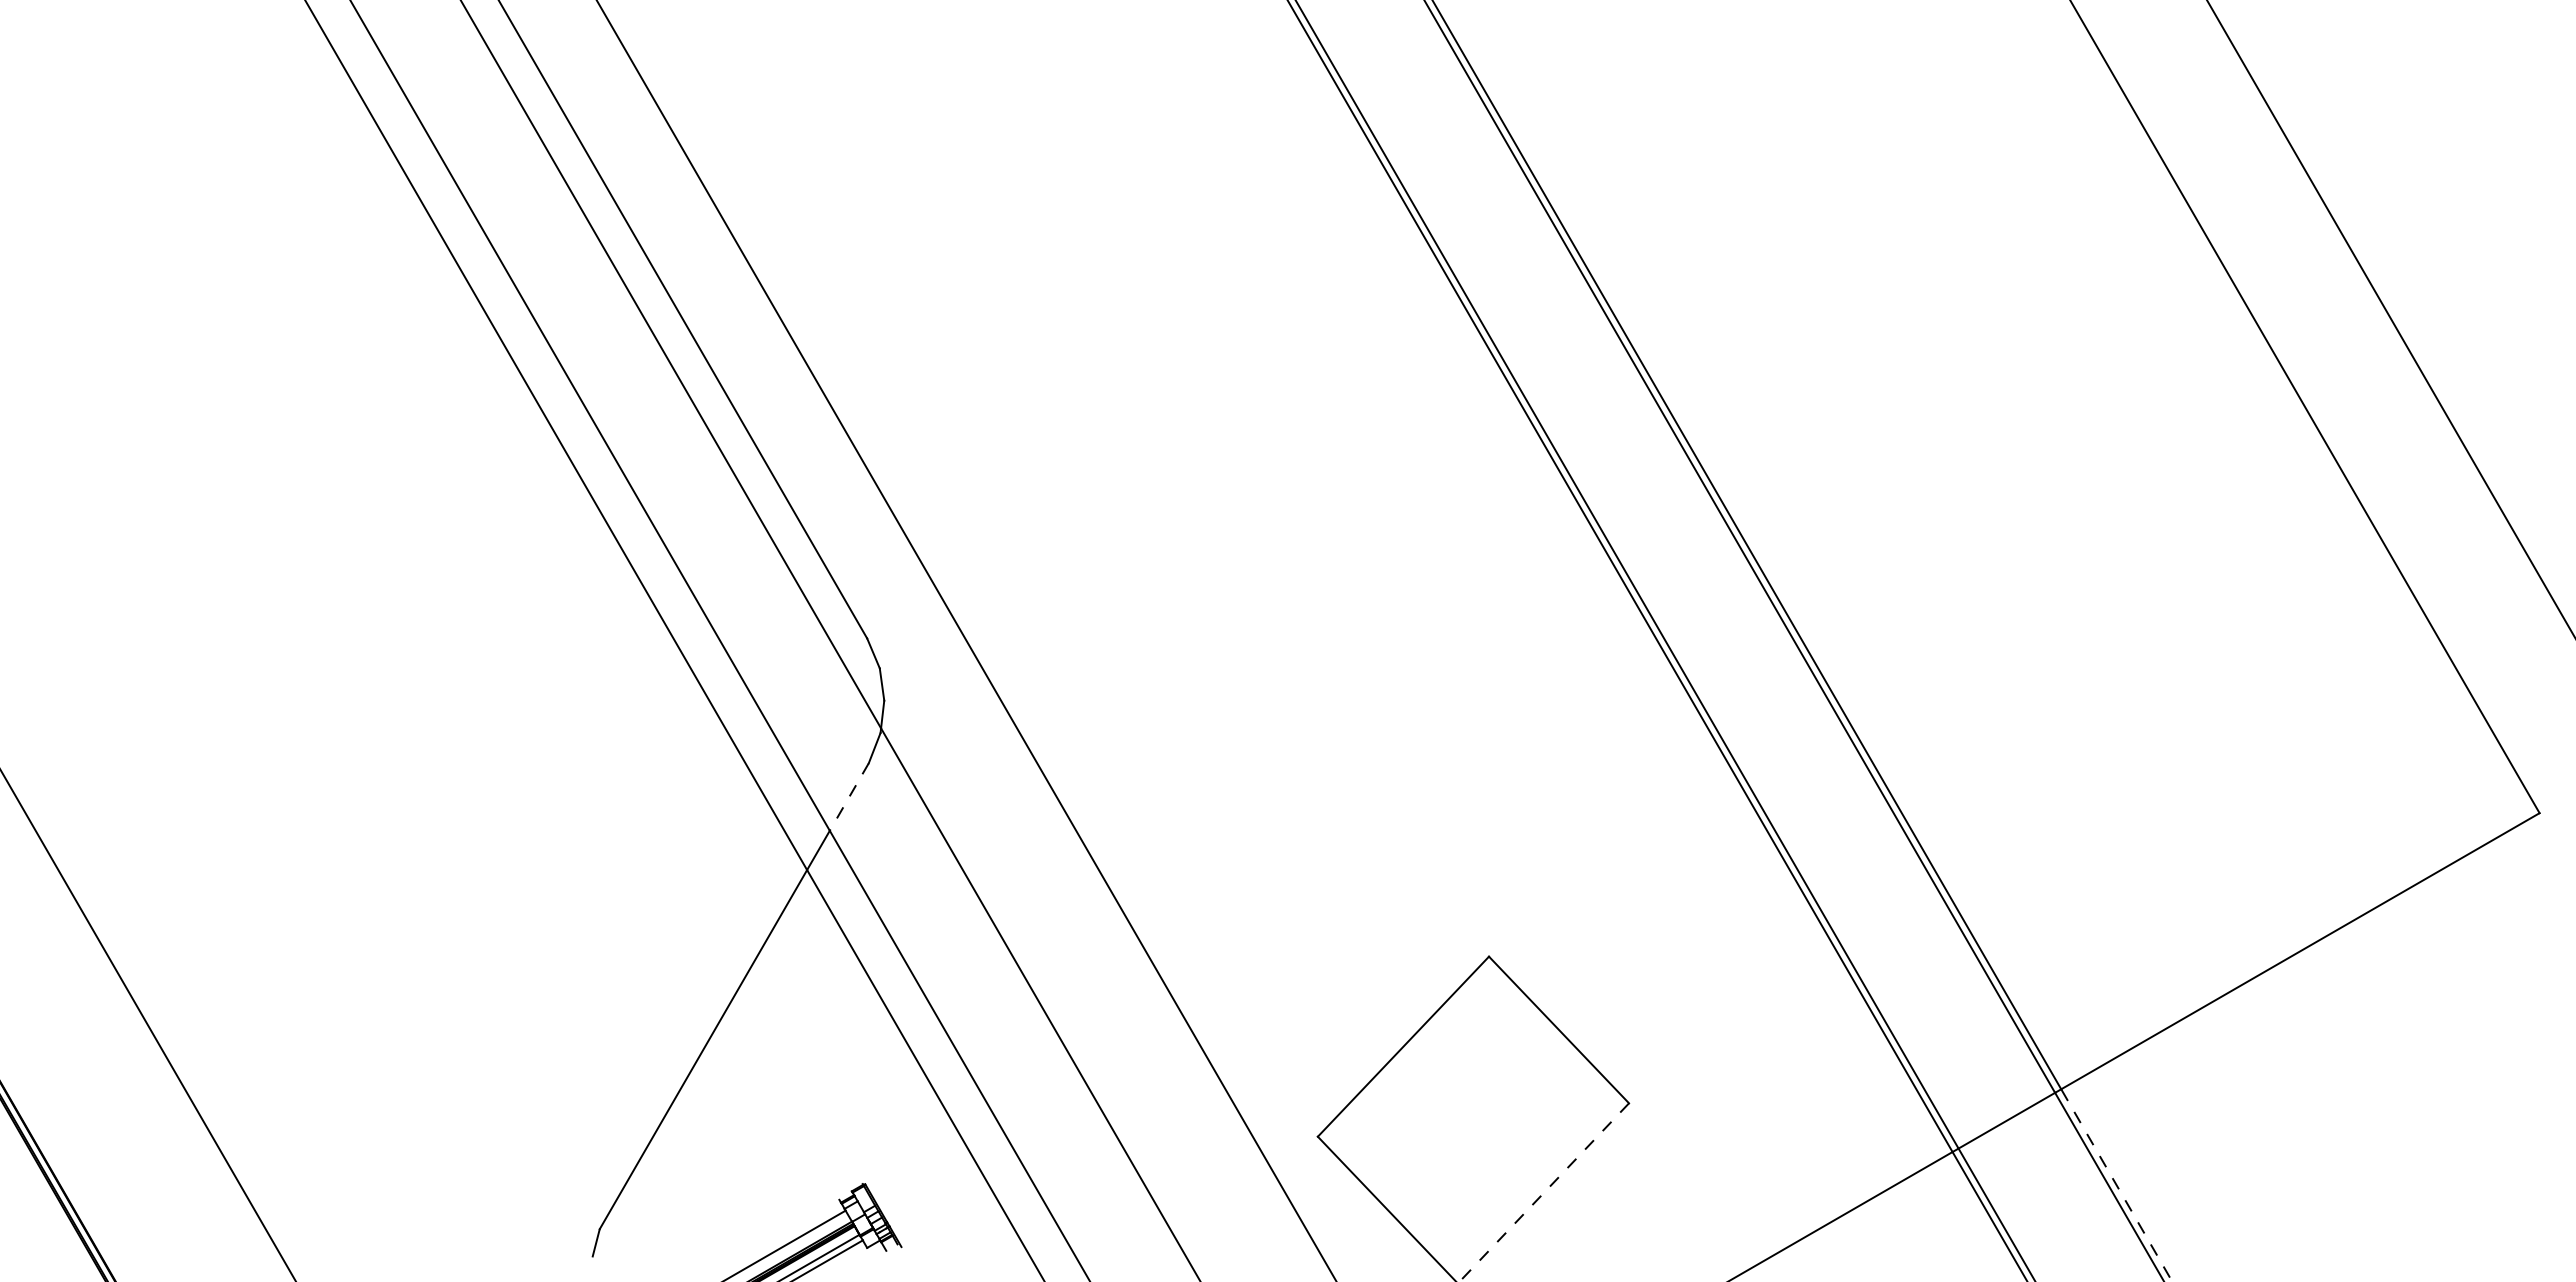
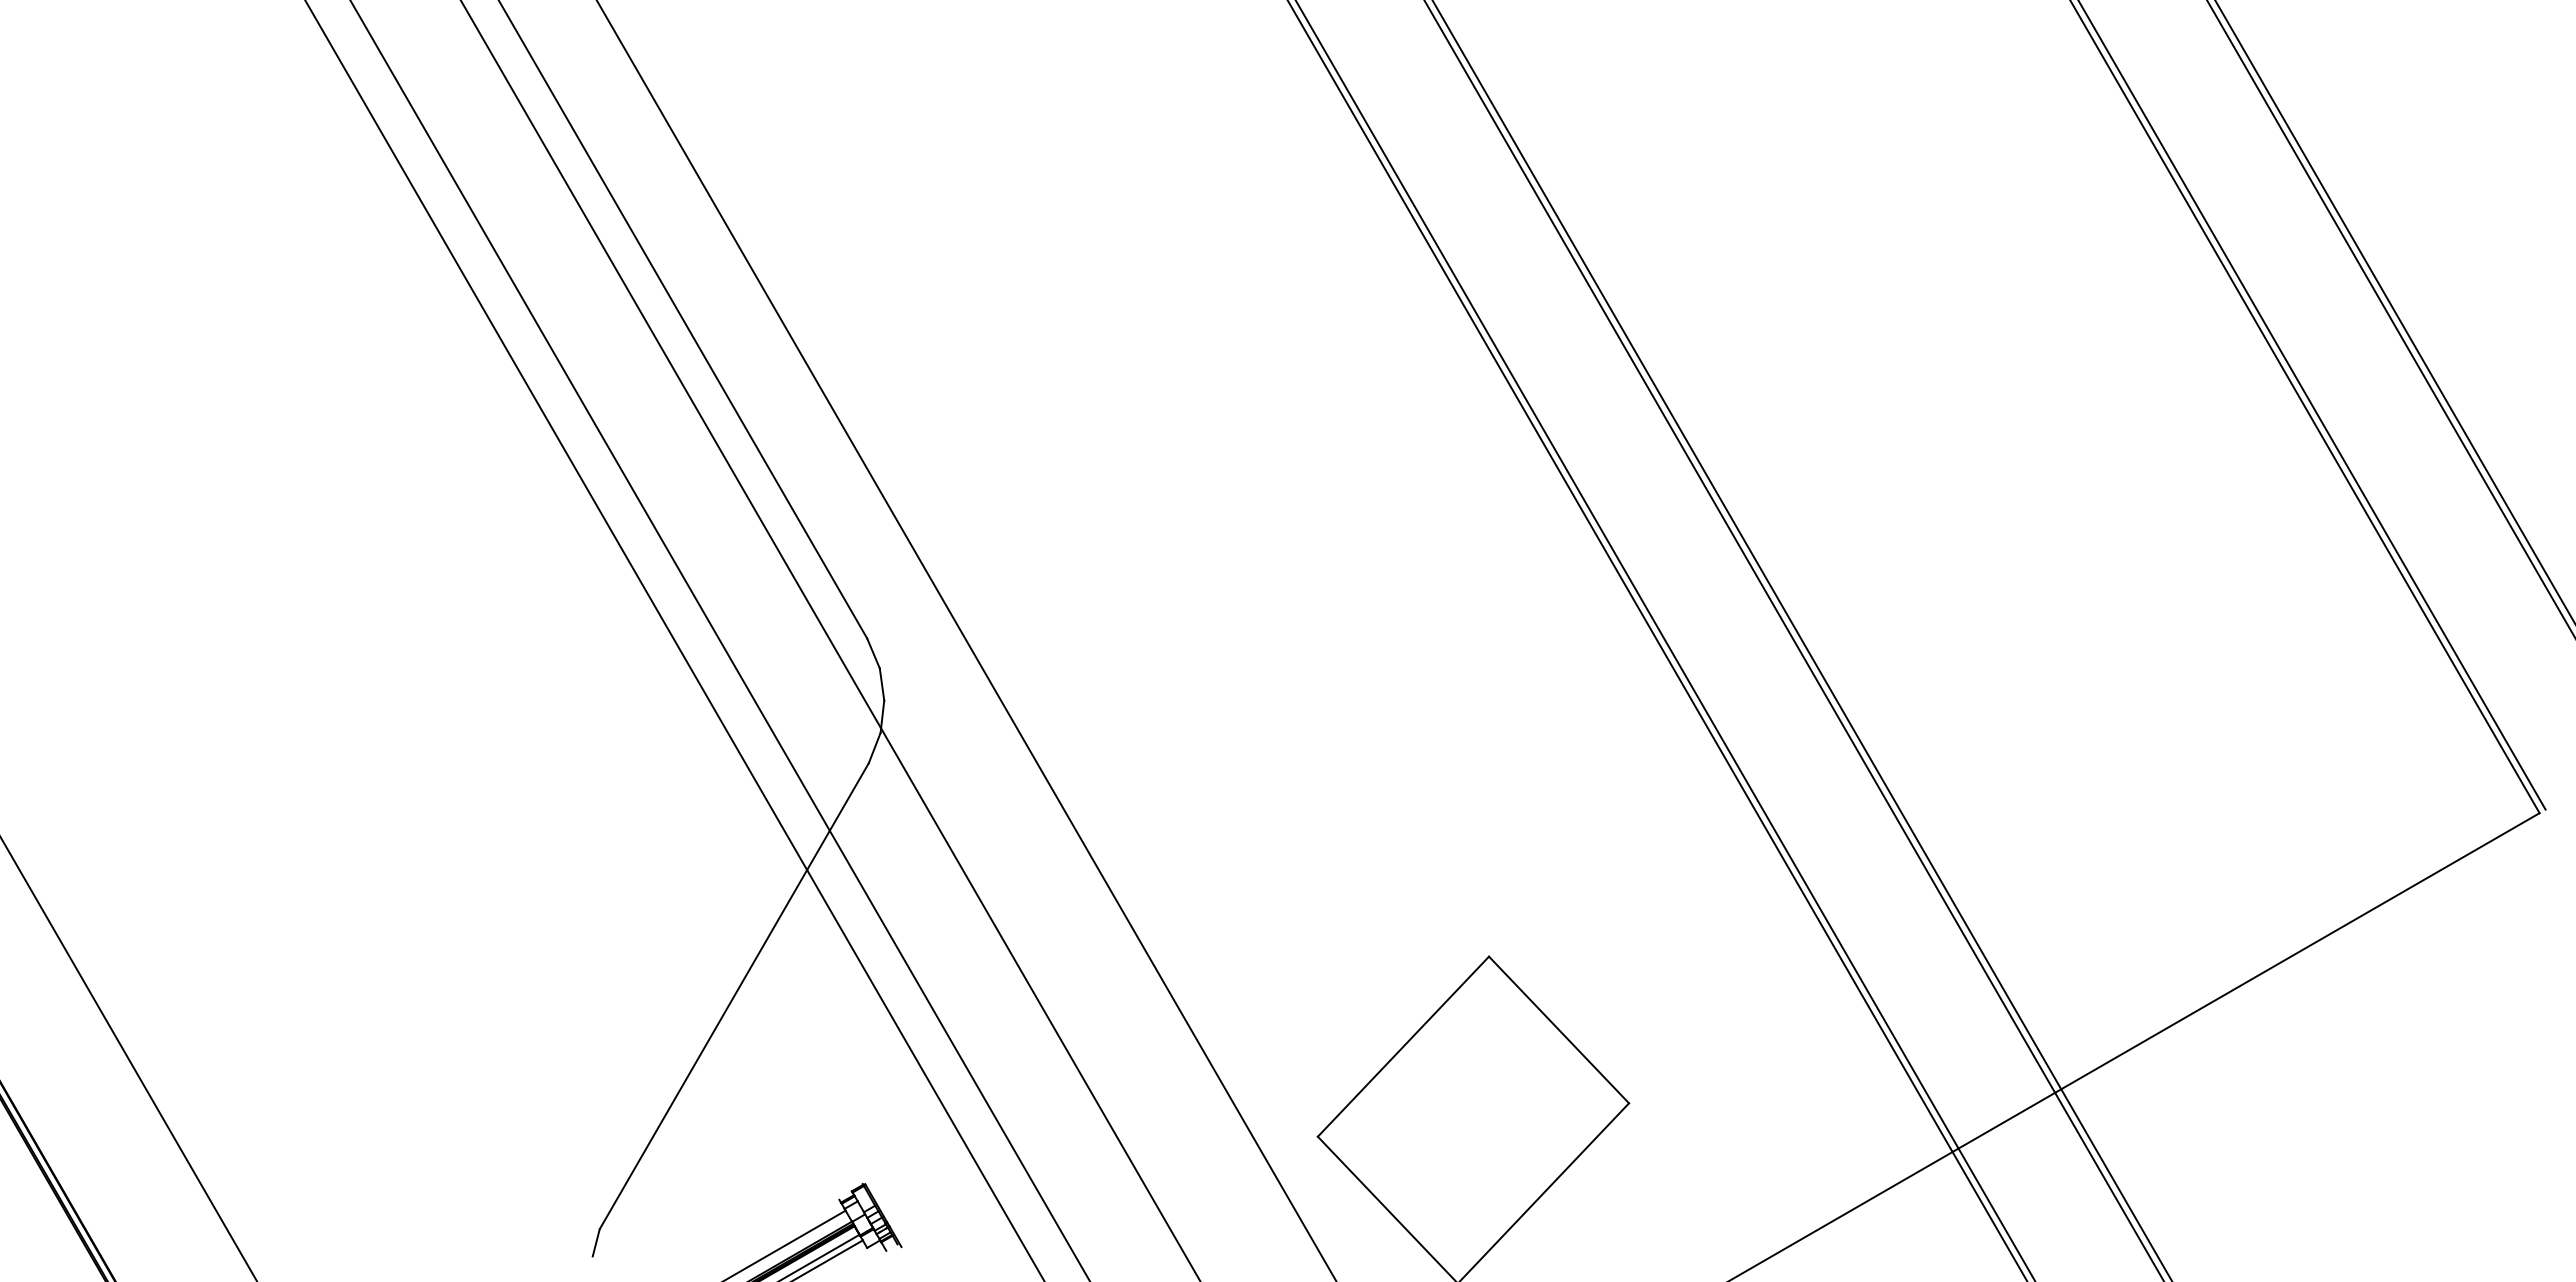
line at (2394, 310): none -> present
line at (2312, 405): none -> present
line at (849, 797): dashed -> solid
line at (148, 1025) position: (148, 1025) -> (128, 1058)
line at (2116, 1185): dashed -> solid
line at (1544, 1192): dashed -> solid
